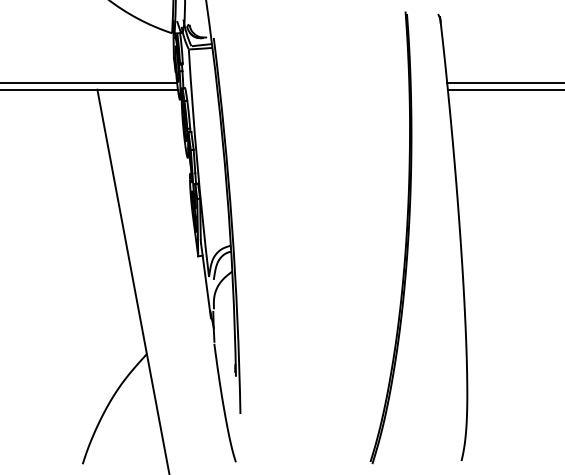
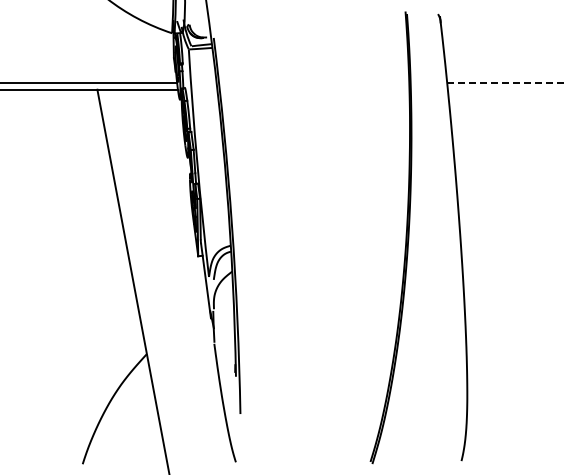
line at (505, 83): solid -> dashed
line at (504, 89): present -> none
